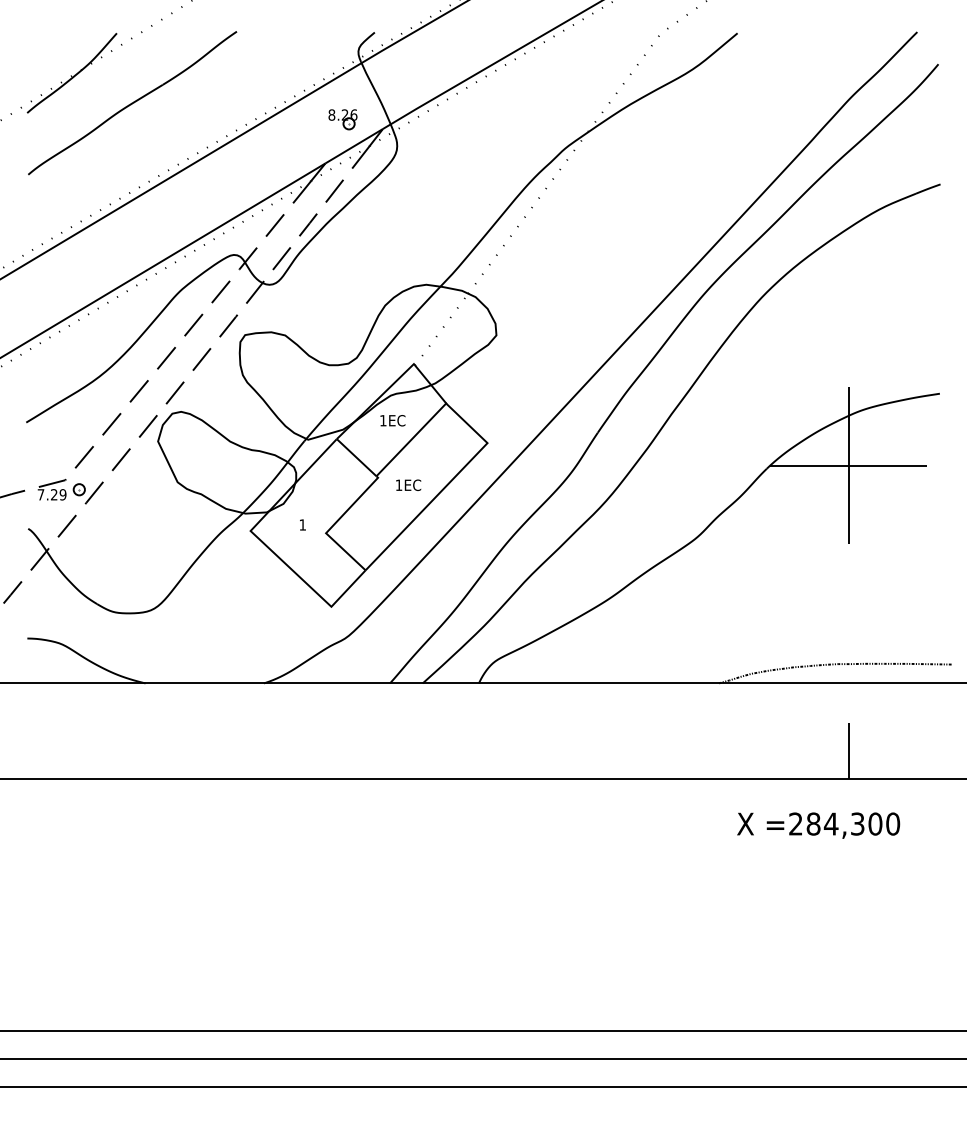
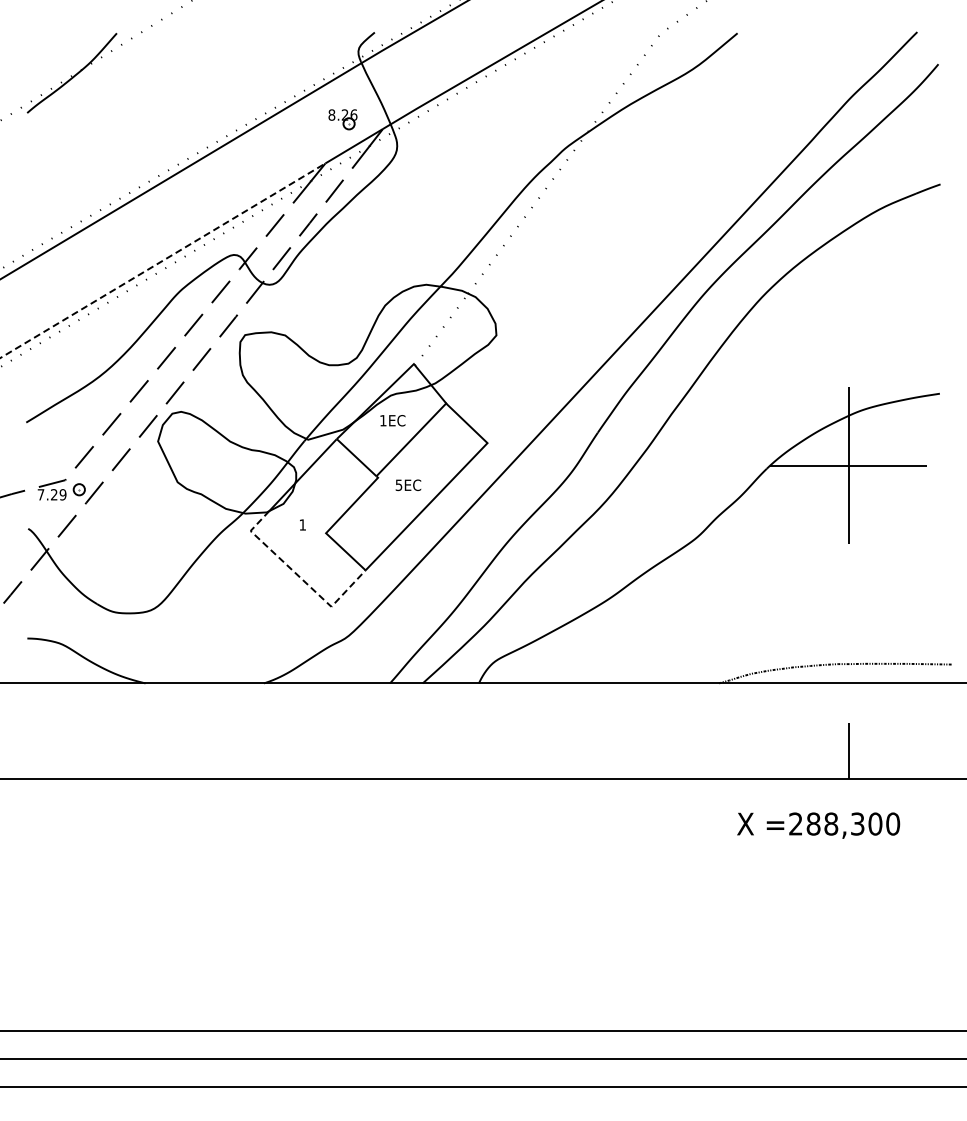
part at (132, 103): present -> none
line at (163, 260): solid -> dashed
text at (398, 485): 1EC -> 5EC
line at (299, 576): solid -> dashed
text at (830, 823): =284,300 -> =288,300
